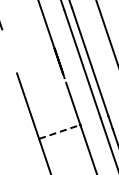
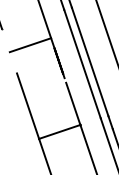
line at (30, 45): none -> present
line at (59, 131): dashed -> solid
